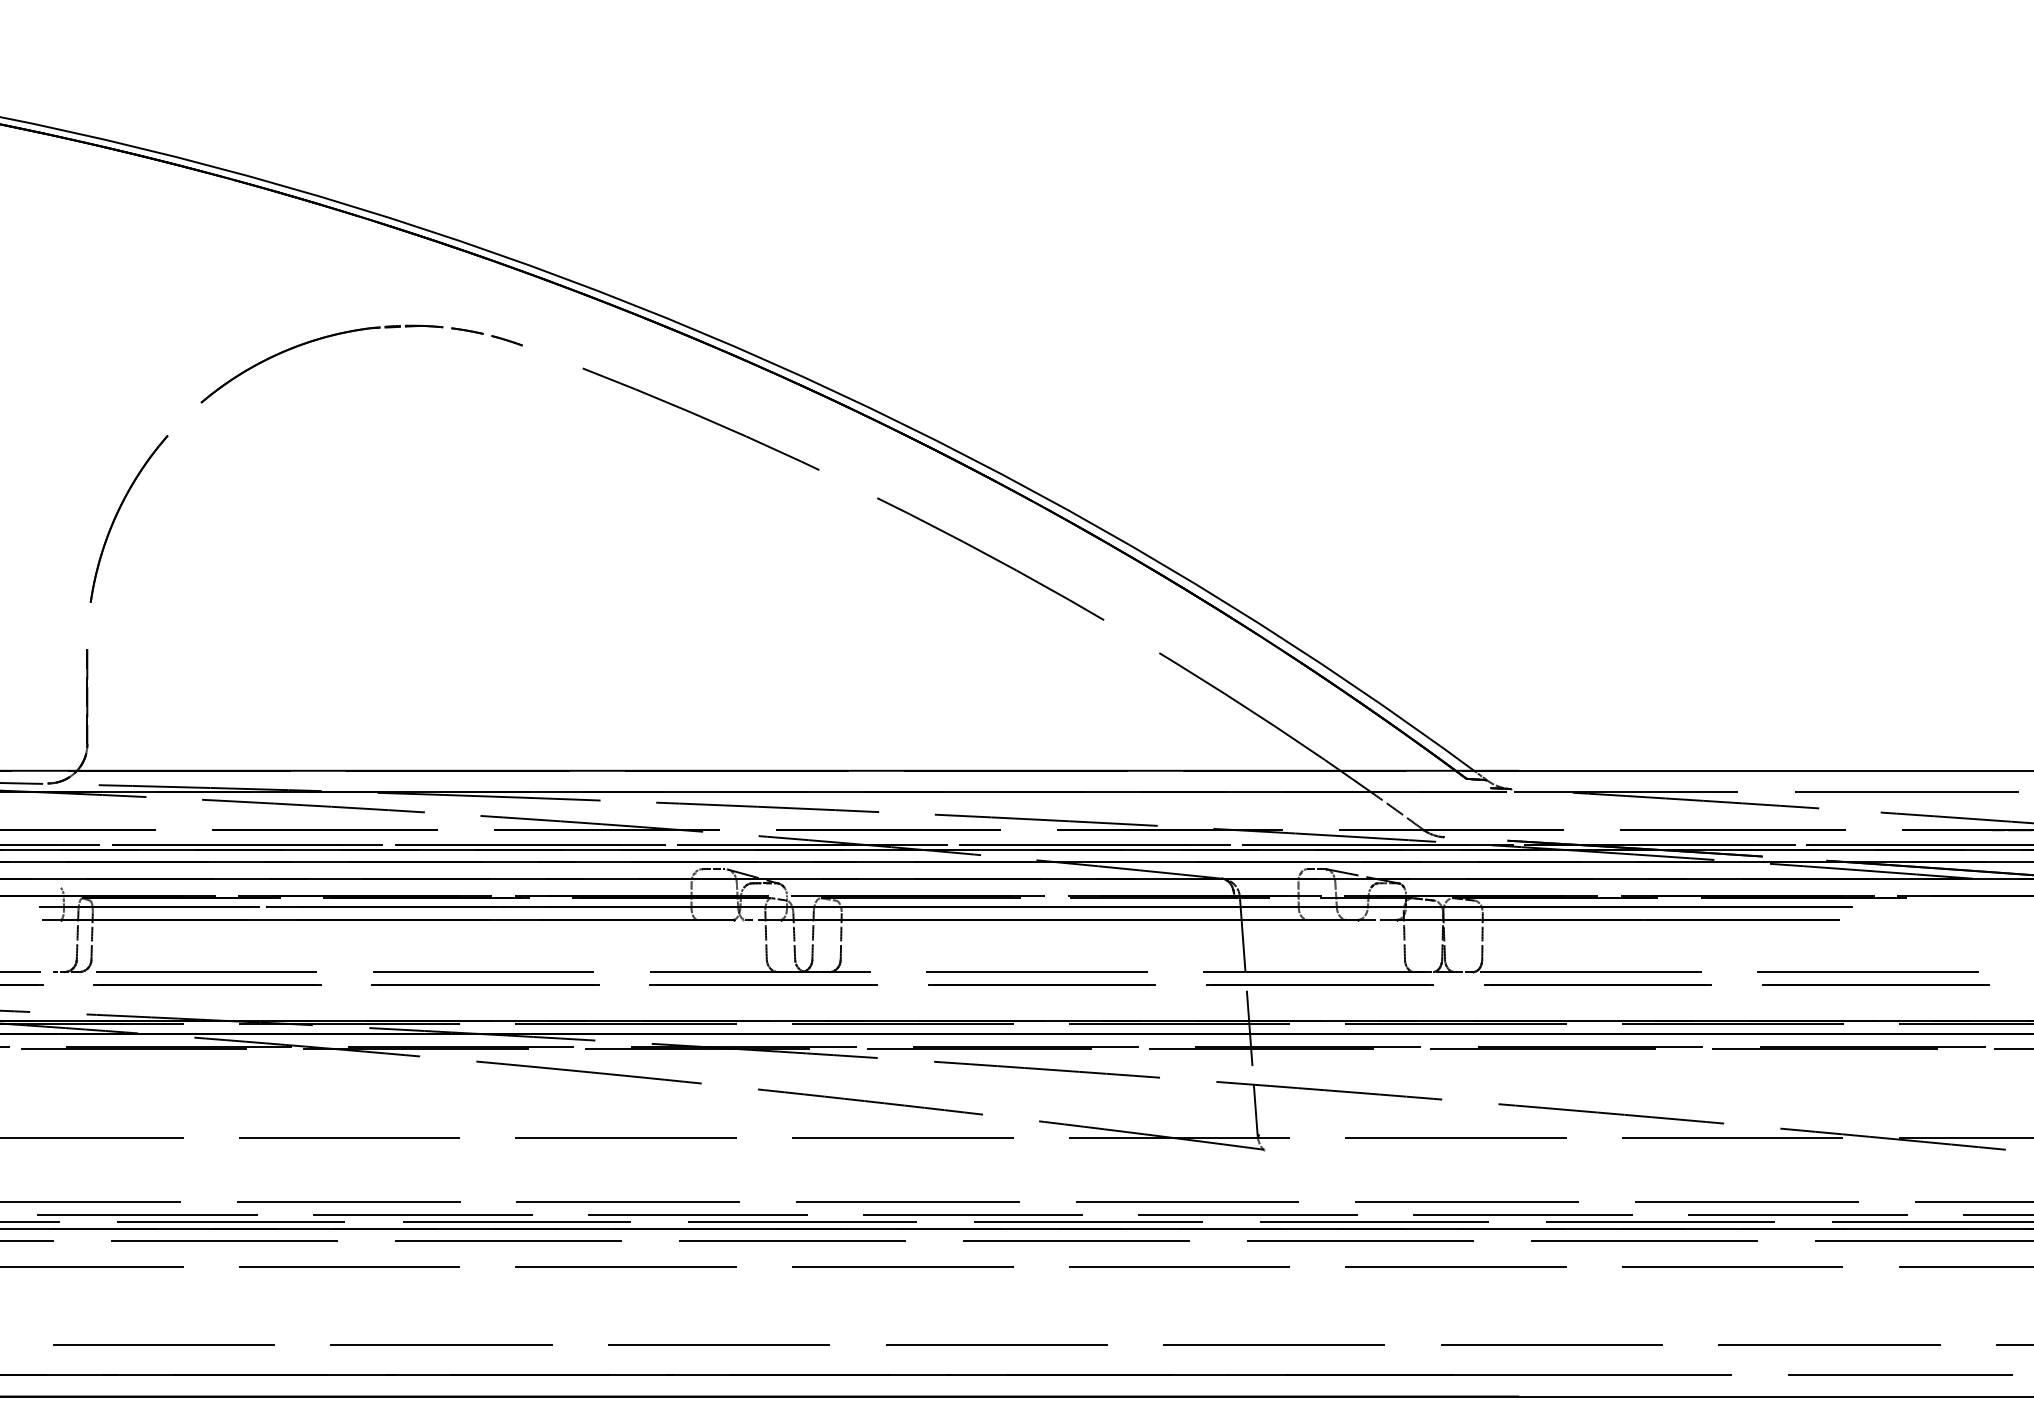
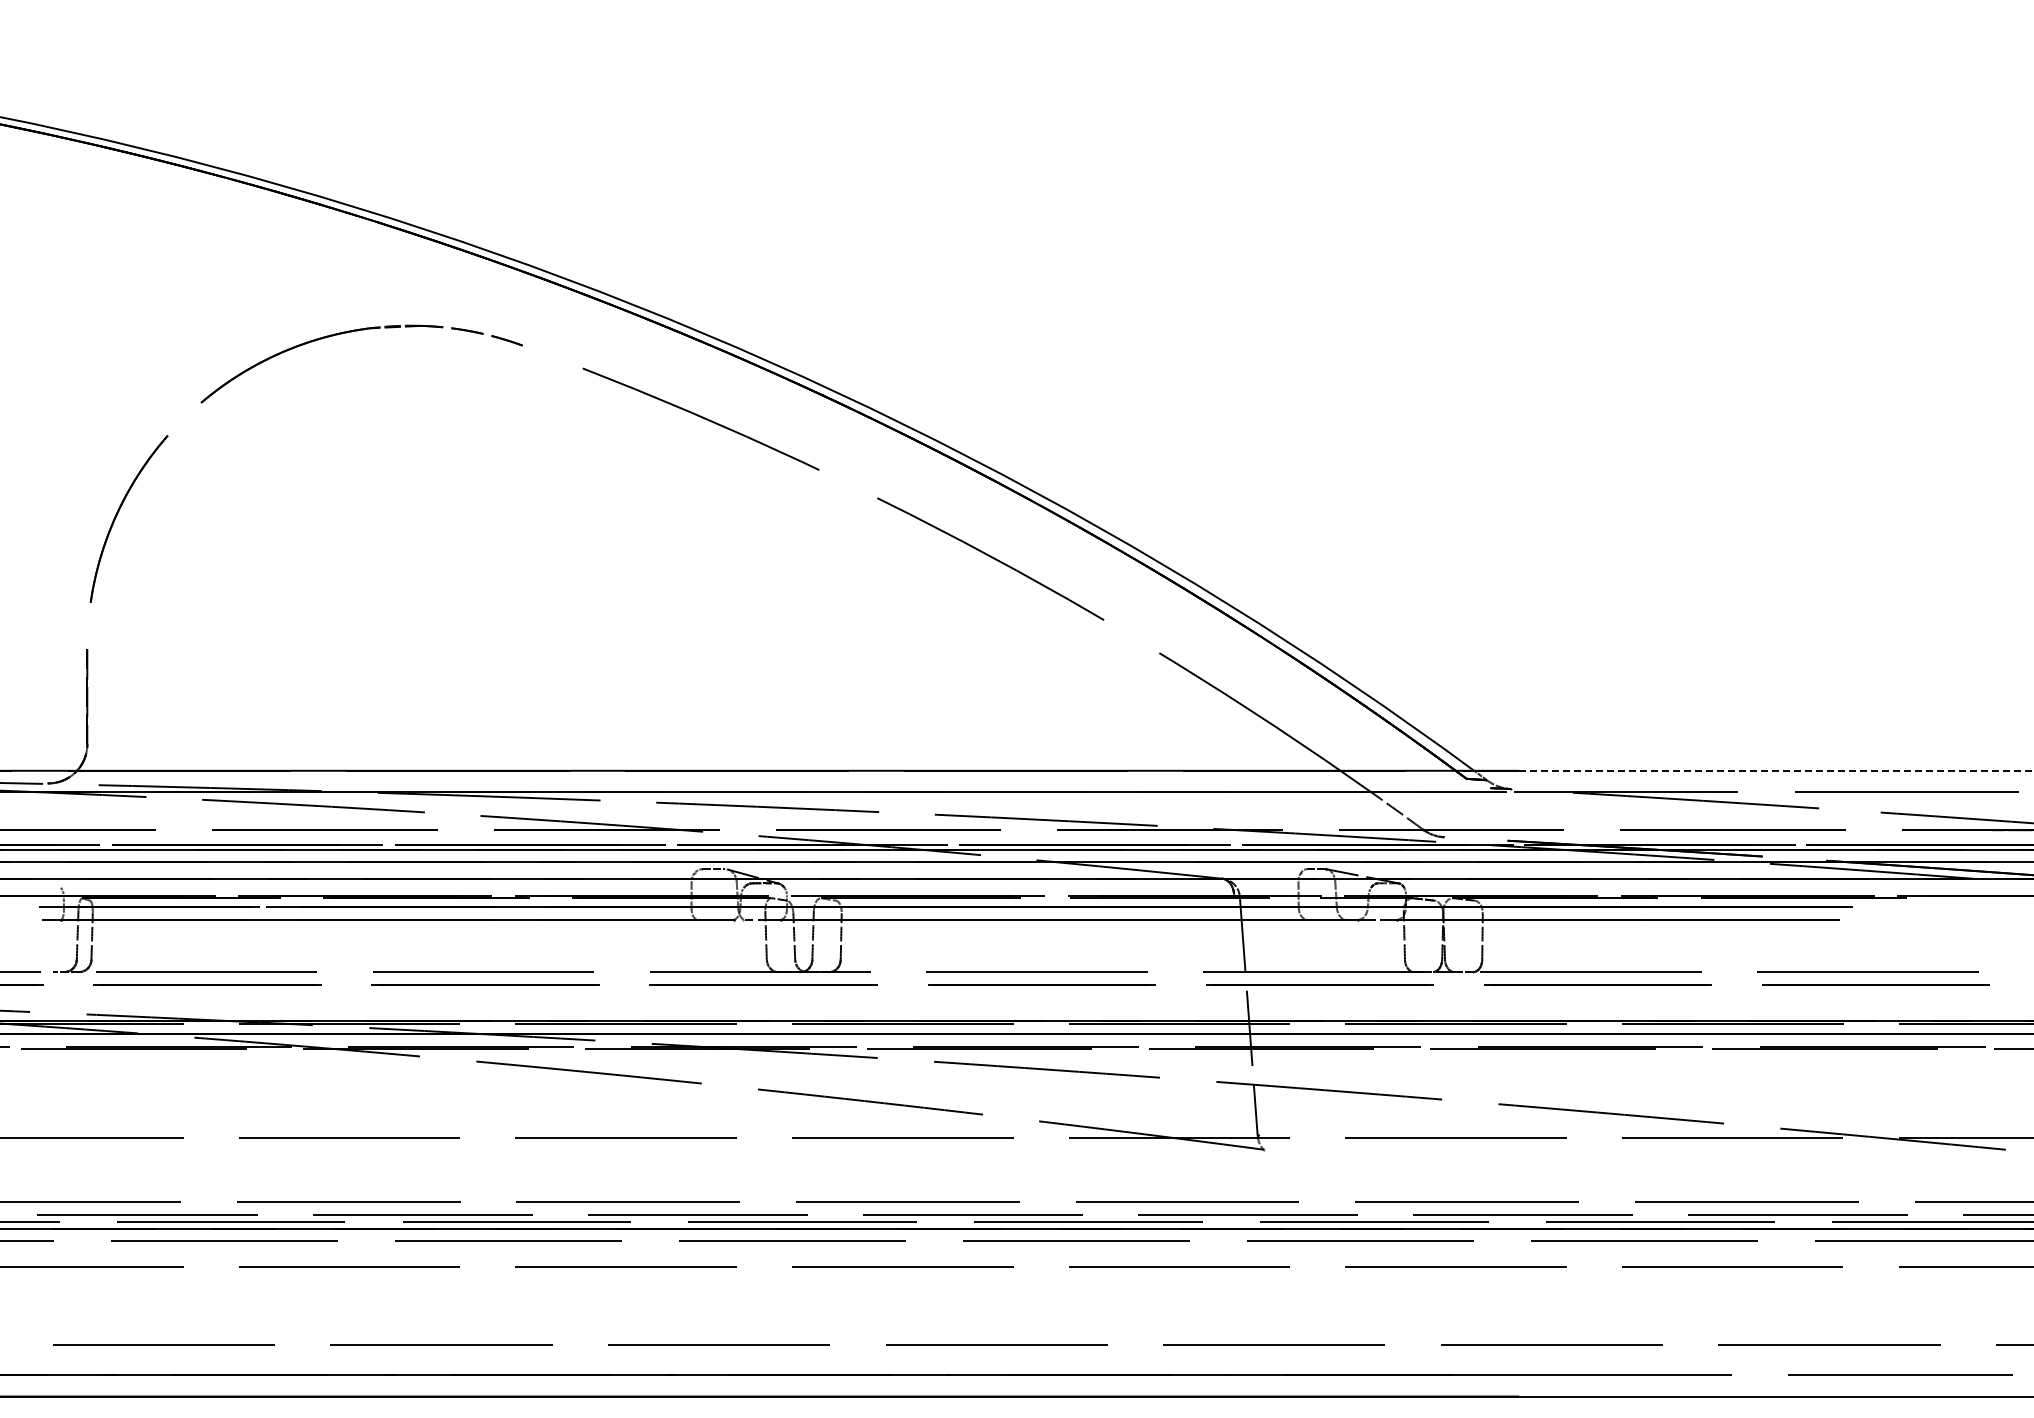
line at (1776, 770): solid -> dashed
